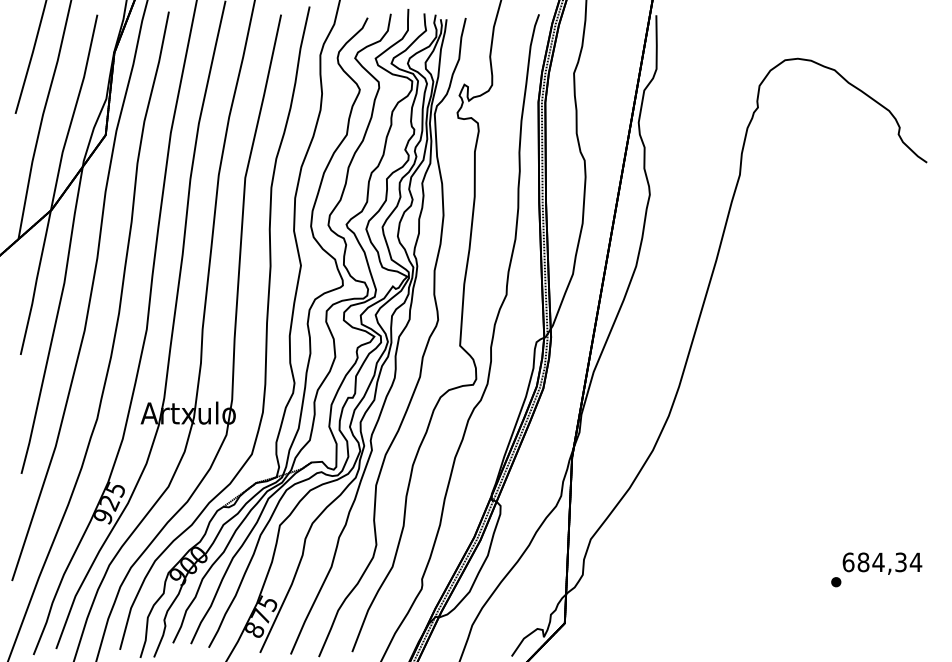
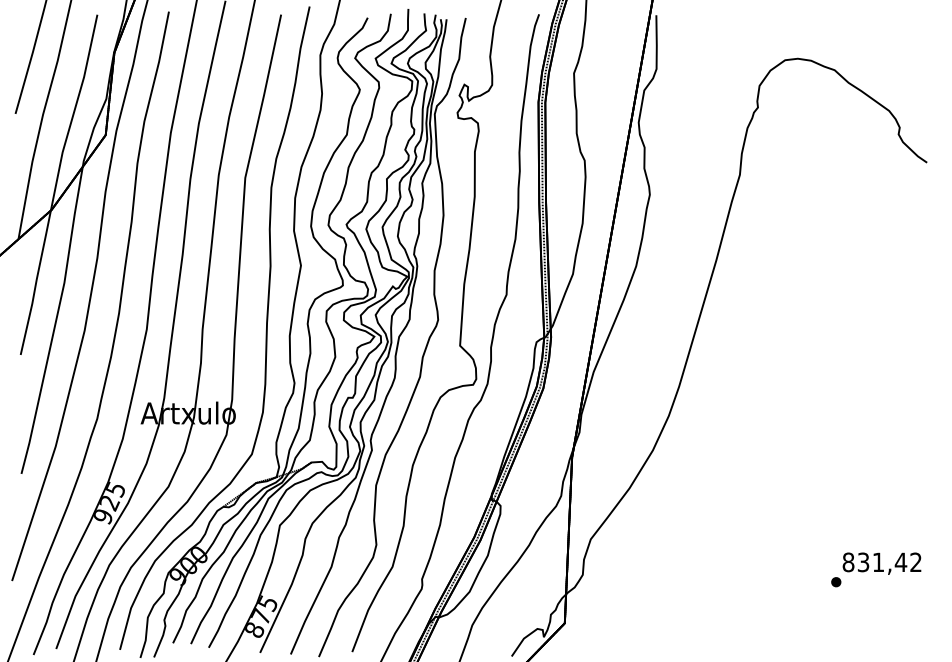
text at (882, 562): 684,34 -> 831,42
